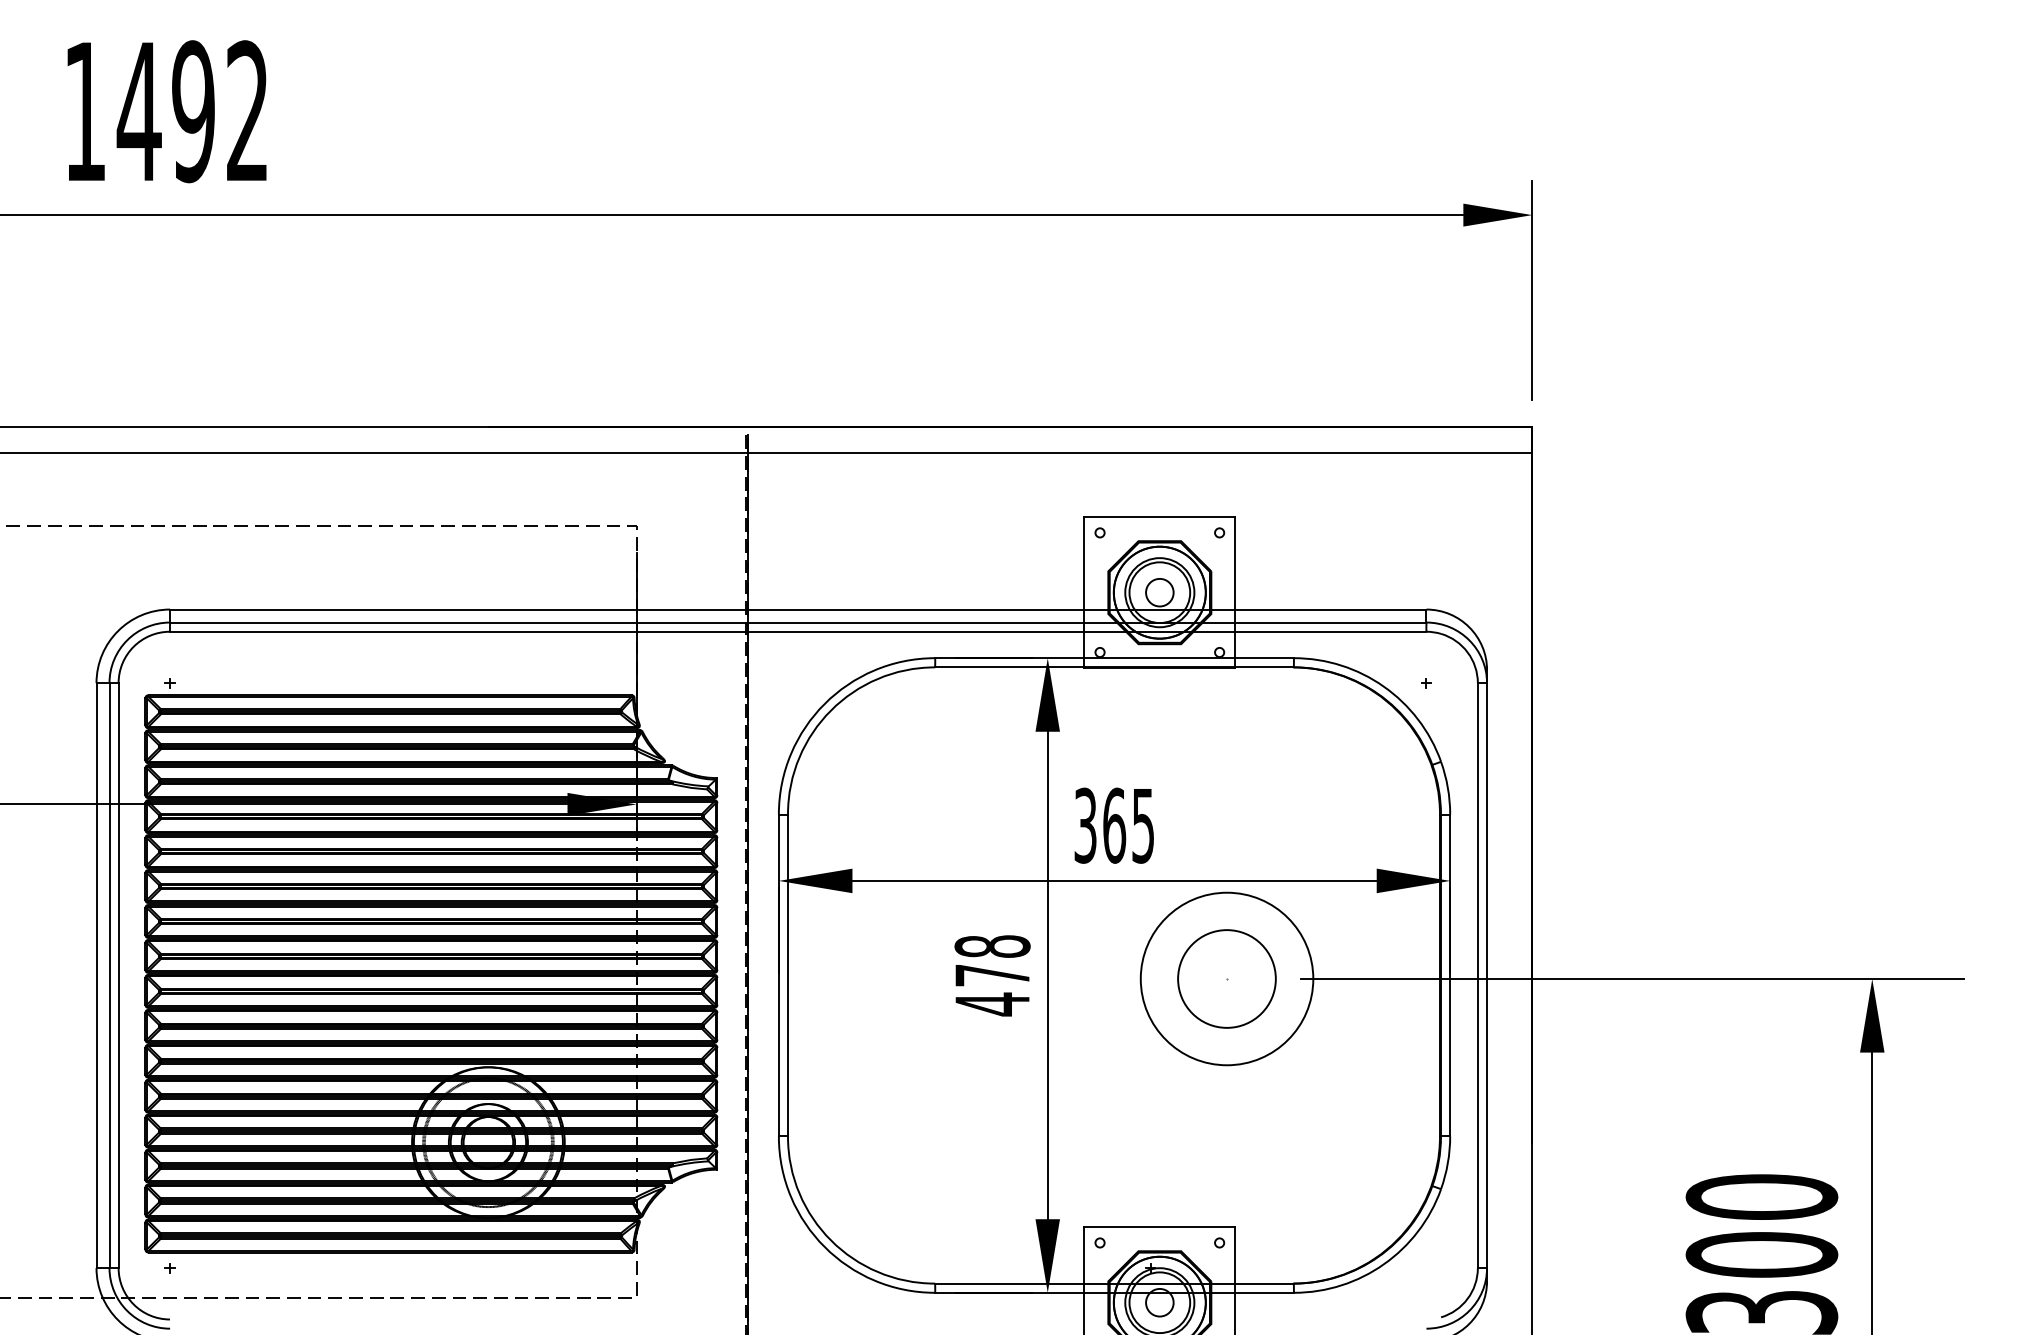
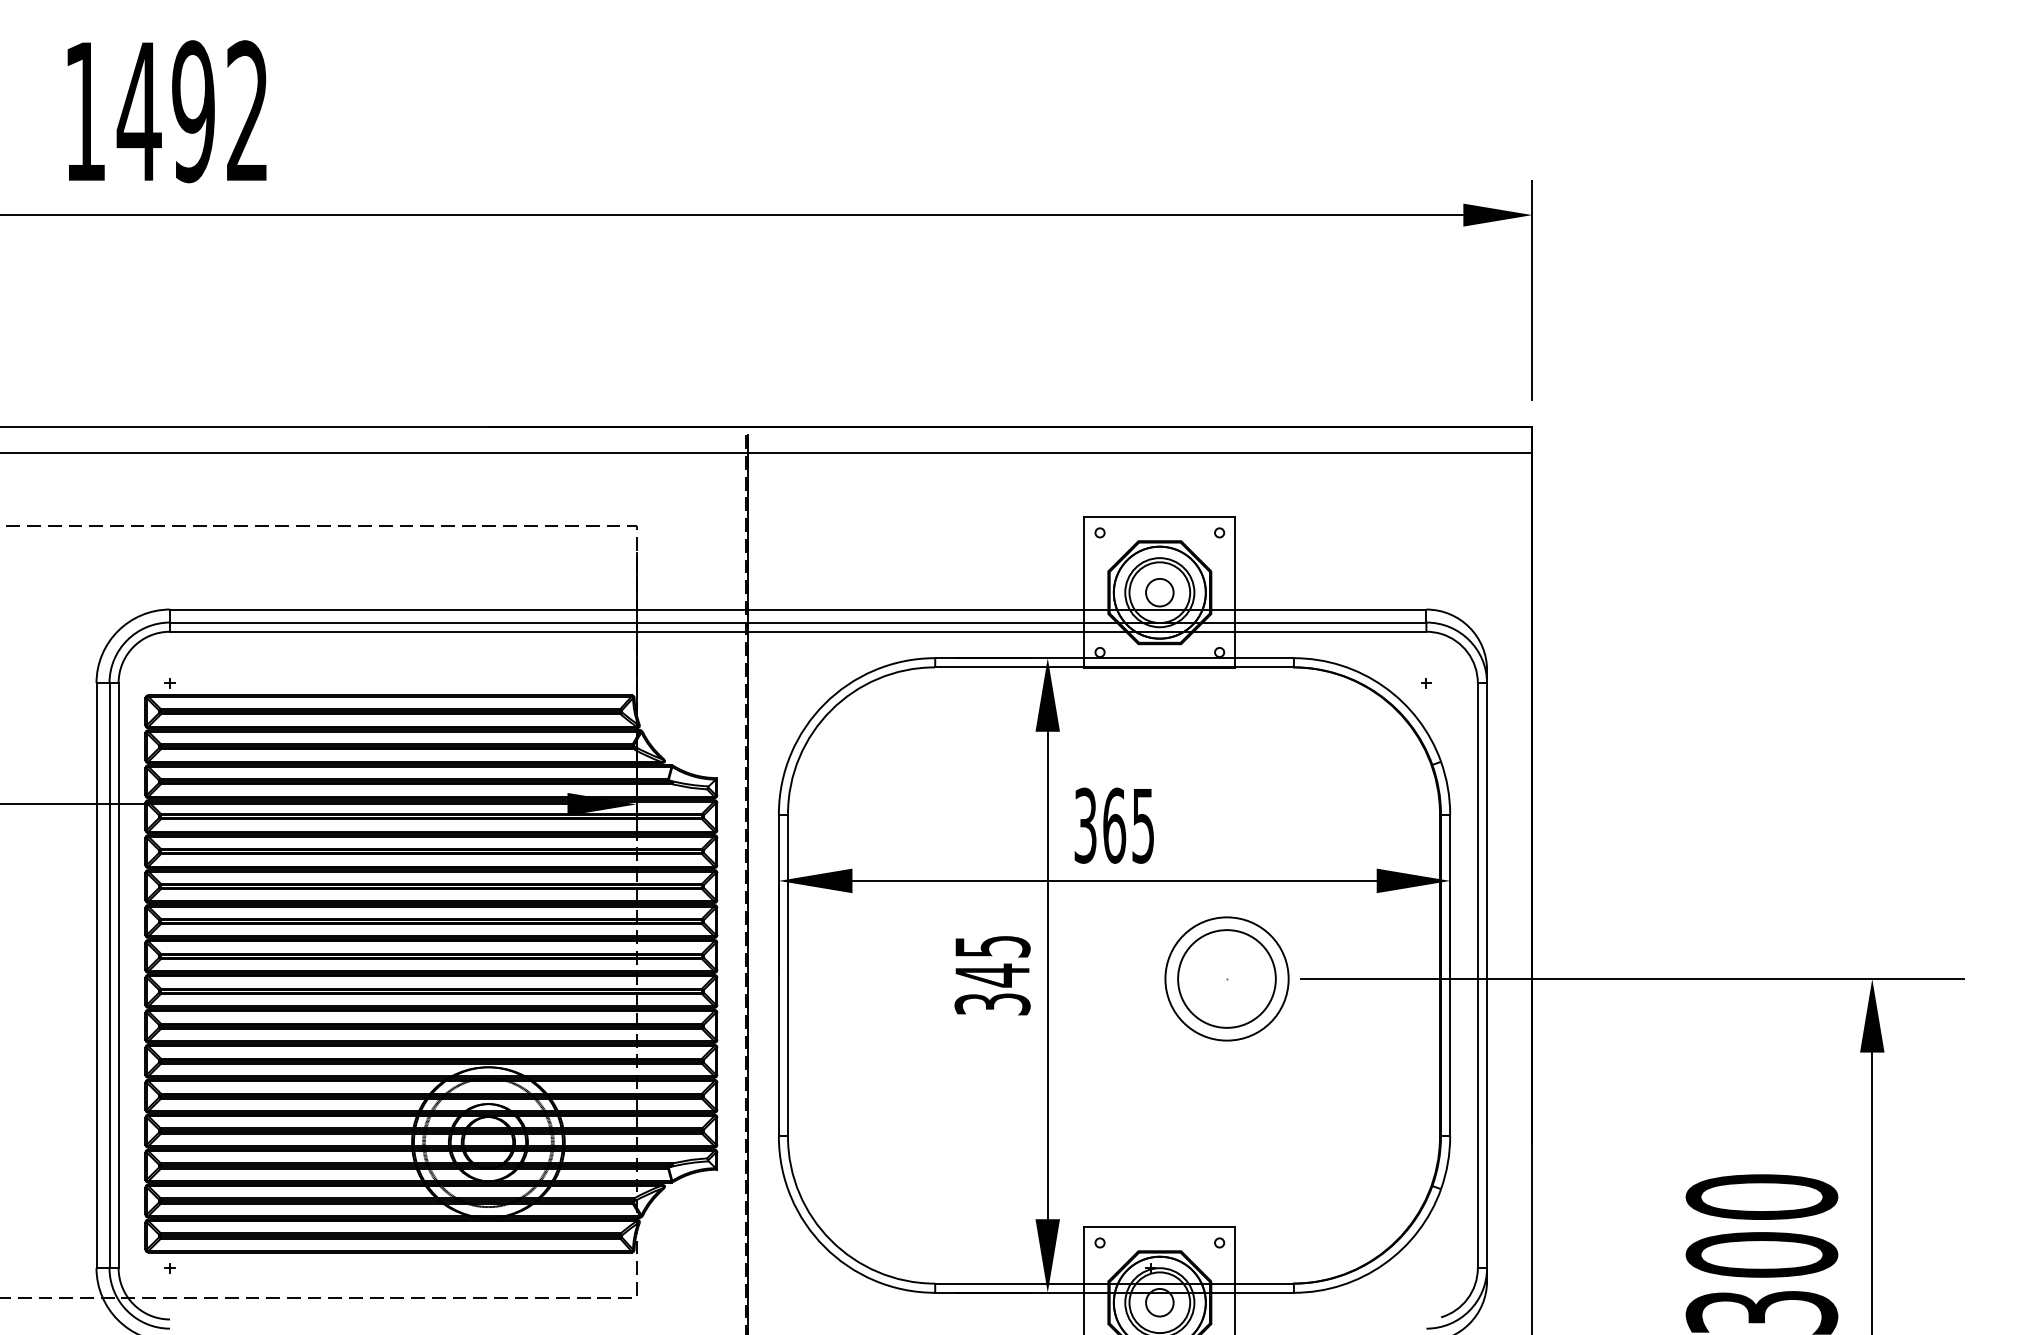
text at (992, 975): 478 -> 345
circle at (1226, 978) diameter: 173 px -> 123 px
